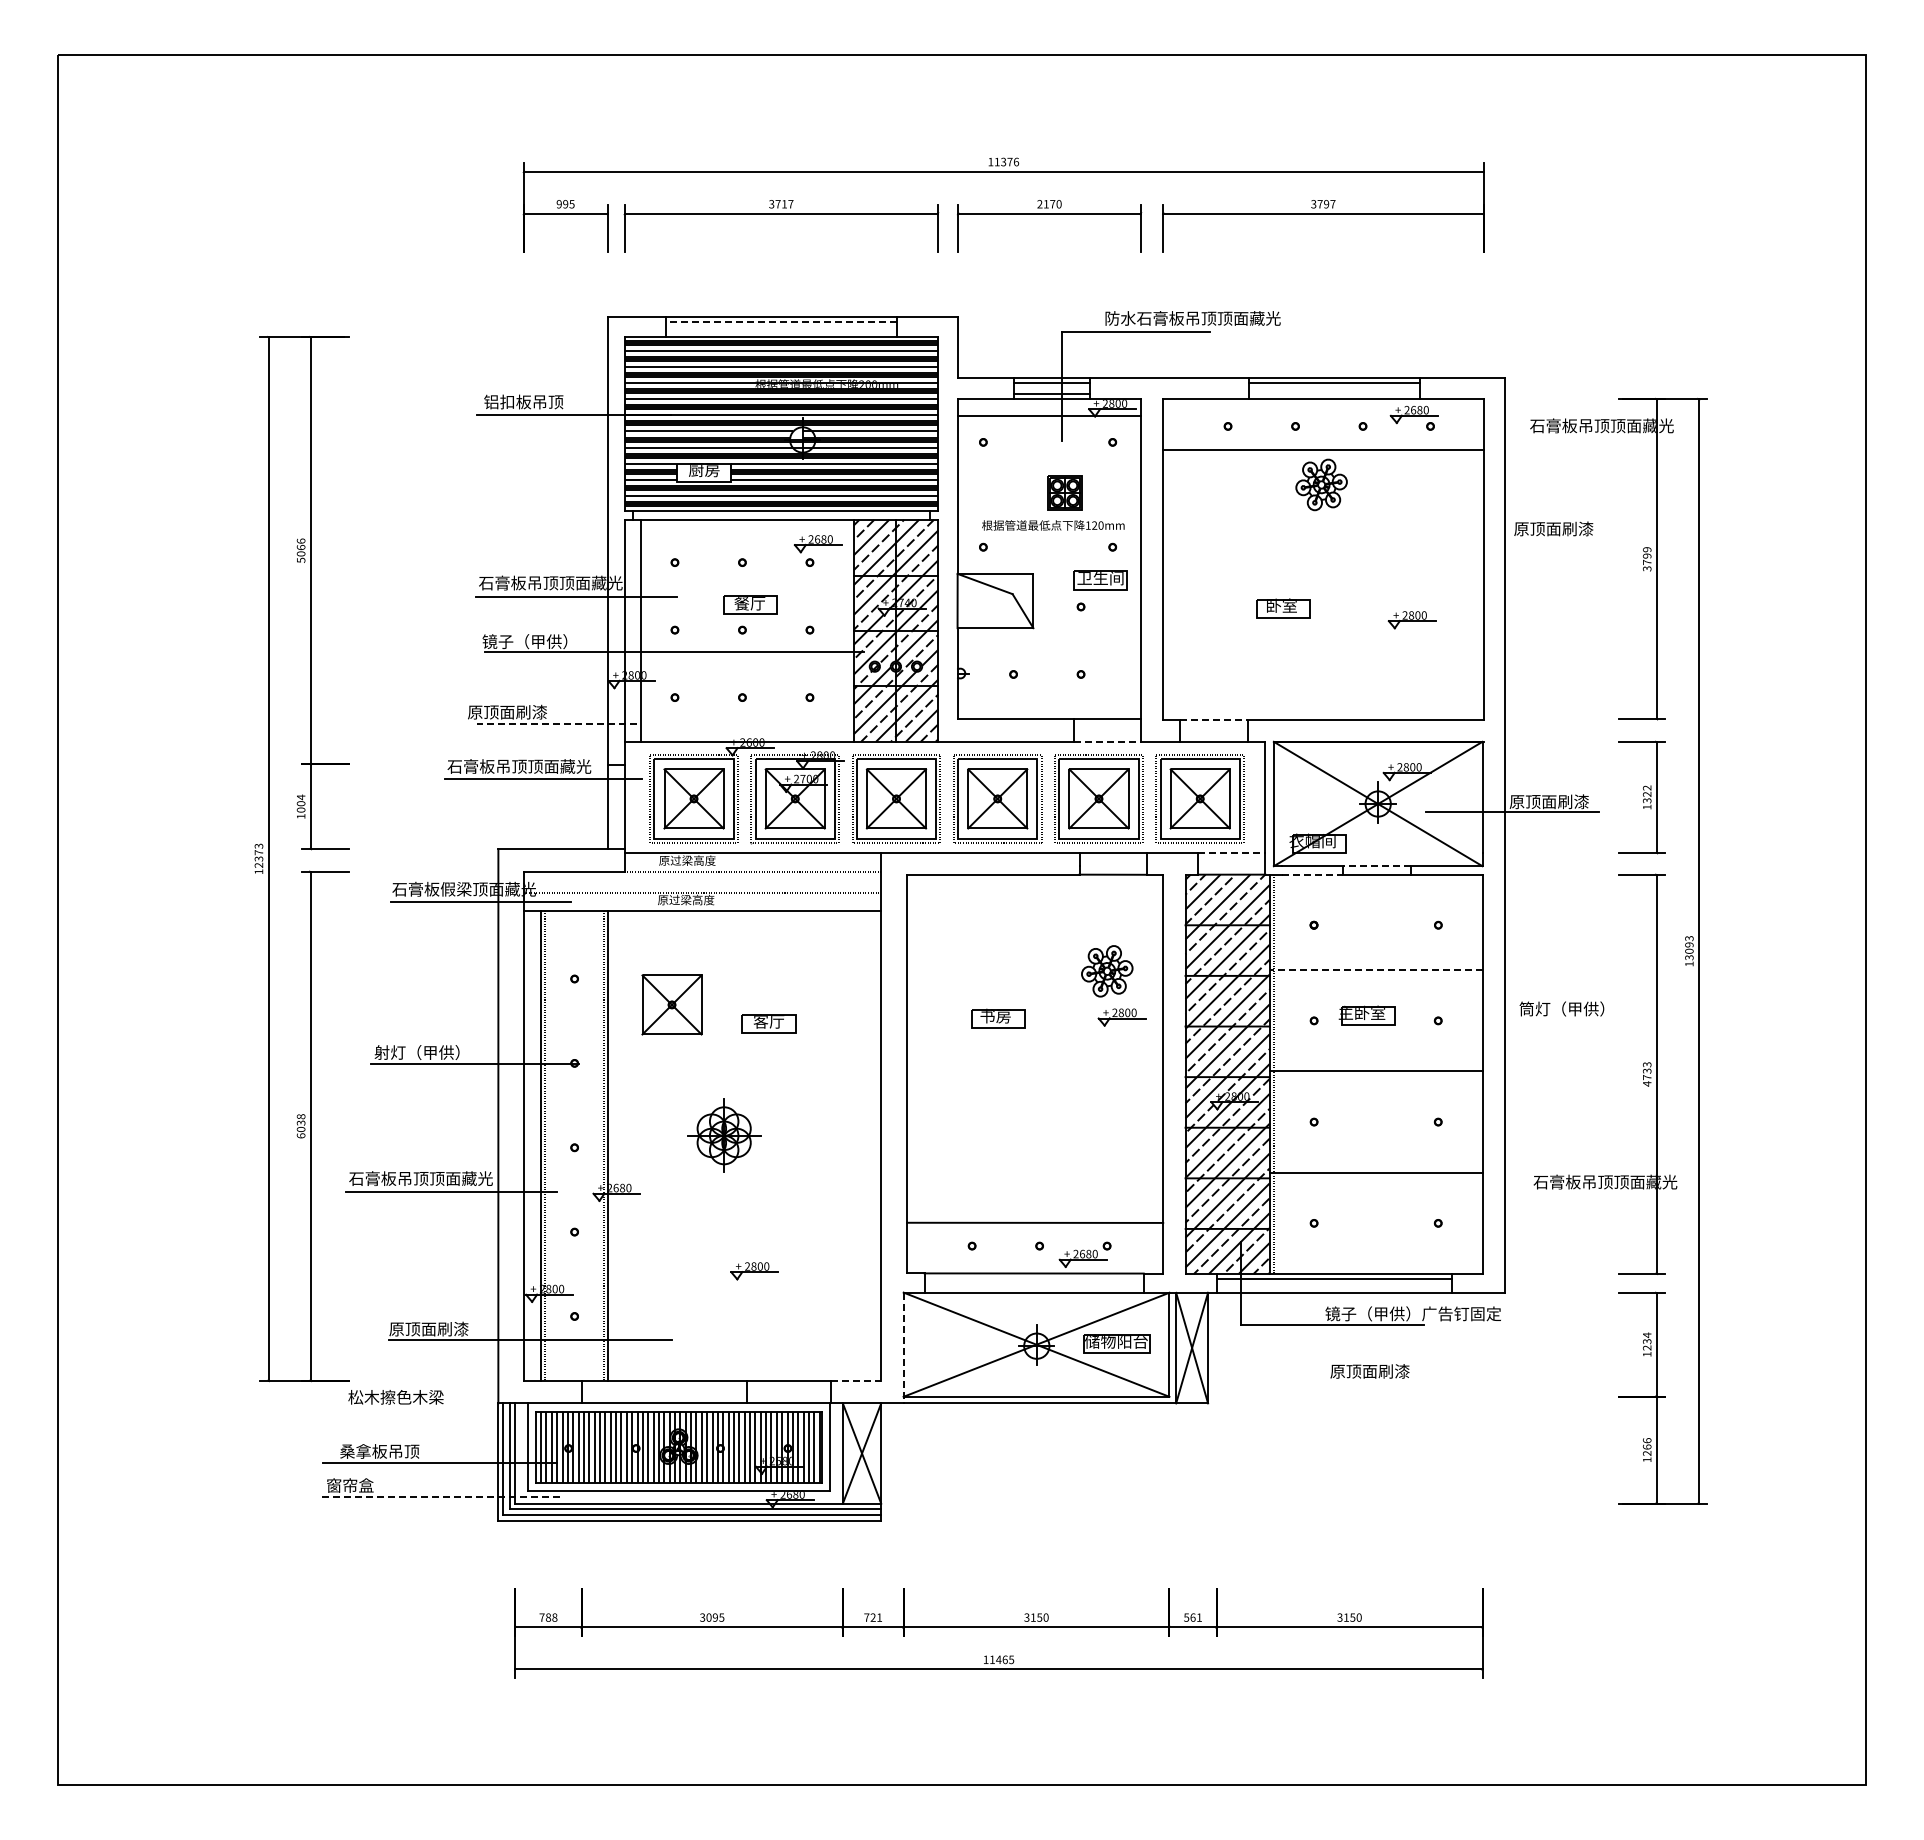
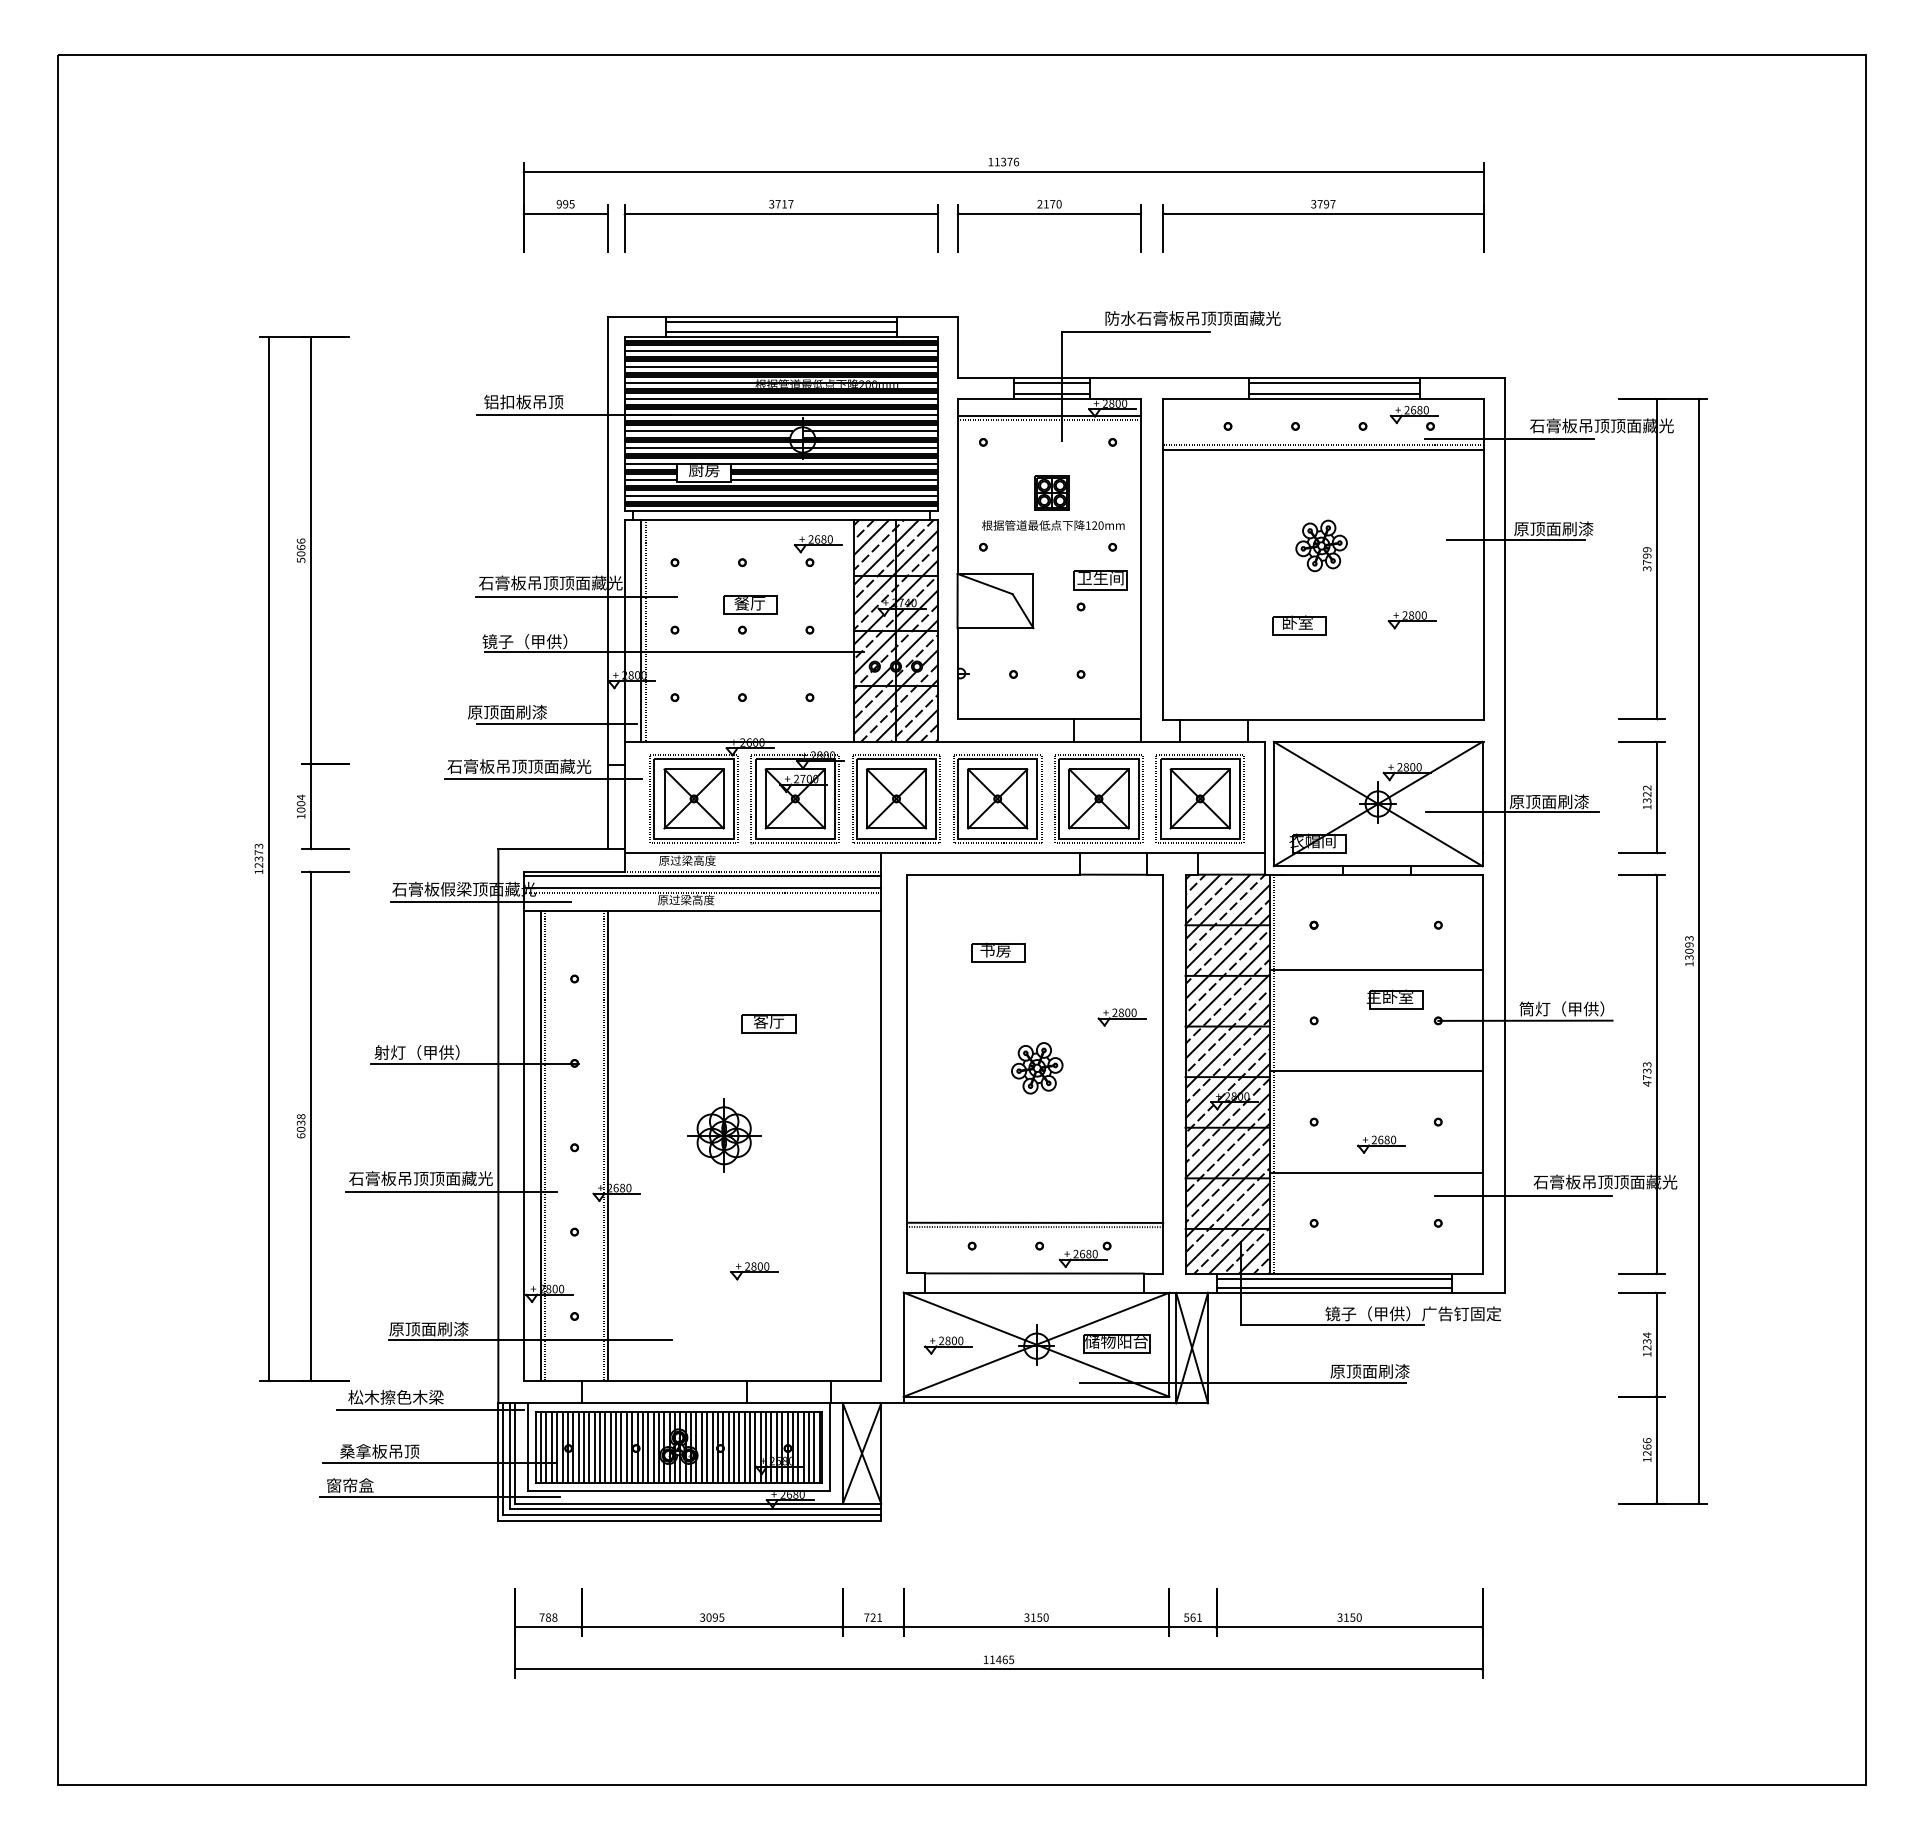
line at (781, 322): dashed -> solid
line at (781, 332): none -> present
line at (1334, 393): none -> present
line at (1049, 420): none -> present
line at (1508, 439): none -> present
line at (1323, 445): none -> present
part at (1321, 484) position: (1321, 484) -> (1321, 545)
part at (1064, 492) position: (1064, 492) -> (1051, 492)
line at (1515, 539): none -> present
part at (1283, 608) position: (1283, 608) -> (1299, 625)
line at (645, 630): none -> present
line at (1213, 719): dashed -> solid
line at (556, 724): dashed -> solid
line at (1107, 741): dashed -> solid
line at (1231, 853): dashed -> solid
line at (1377, 866): dashed -> solid
line at (1312, 874): dashed -> solid
line at (702, 875): none -> present
line at (702, 888): none -> present
line at (1375, 970): dashed -> solid
part at (1107, 971) position: (1107, 971) -> (1037, 1068)
part at (671, 1004): present -> none
part at (1366, 1015) position: (1366, 1015) -> (1394, 999)
part at (998, 1018) position: (998, 1018) -> (998, 952)
line at (1525, 1020): none -> present
part at (1381, 1144): none -> present
line at (1523, 1196): none -> present
line at (1034, 1226): none -> present
line at (1334, 1287): none -> present
part at (948, 1345): none -> present
line at (903, 1348): dashed -> solid
line at (856, 1381): dashed -> solid
line at (1242, 1383): none -> present
line at (429, 1409): none -> present
line at (439, 1496): dashed -> solid
